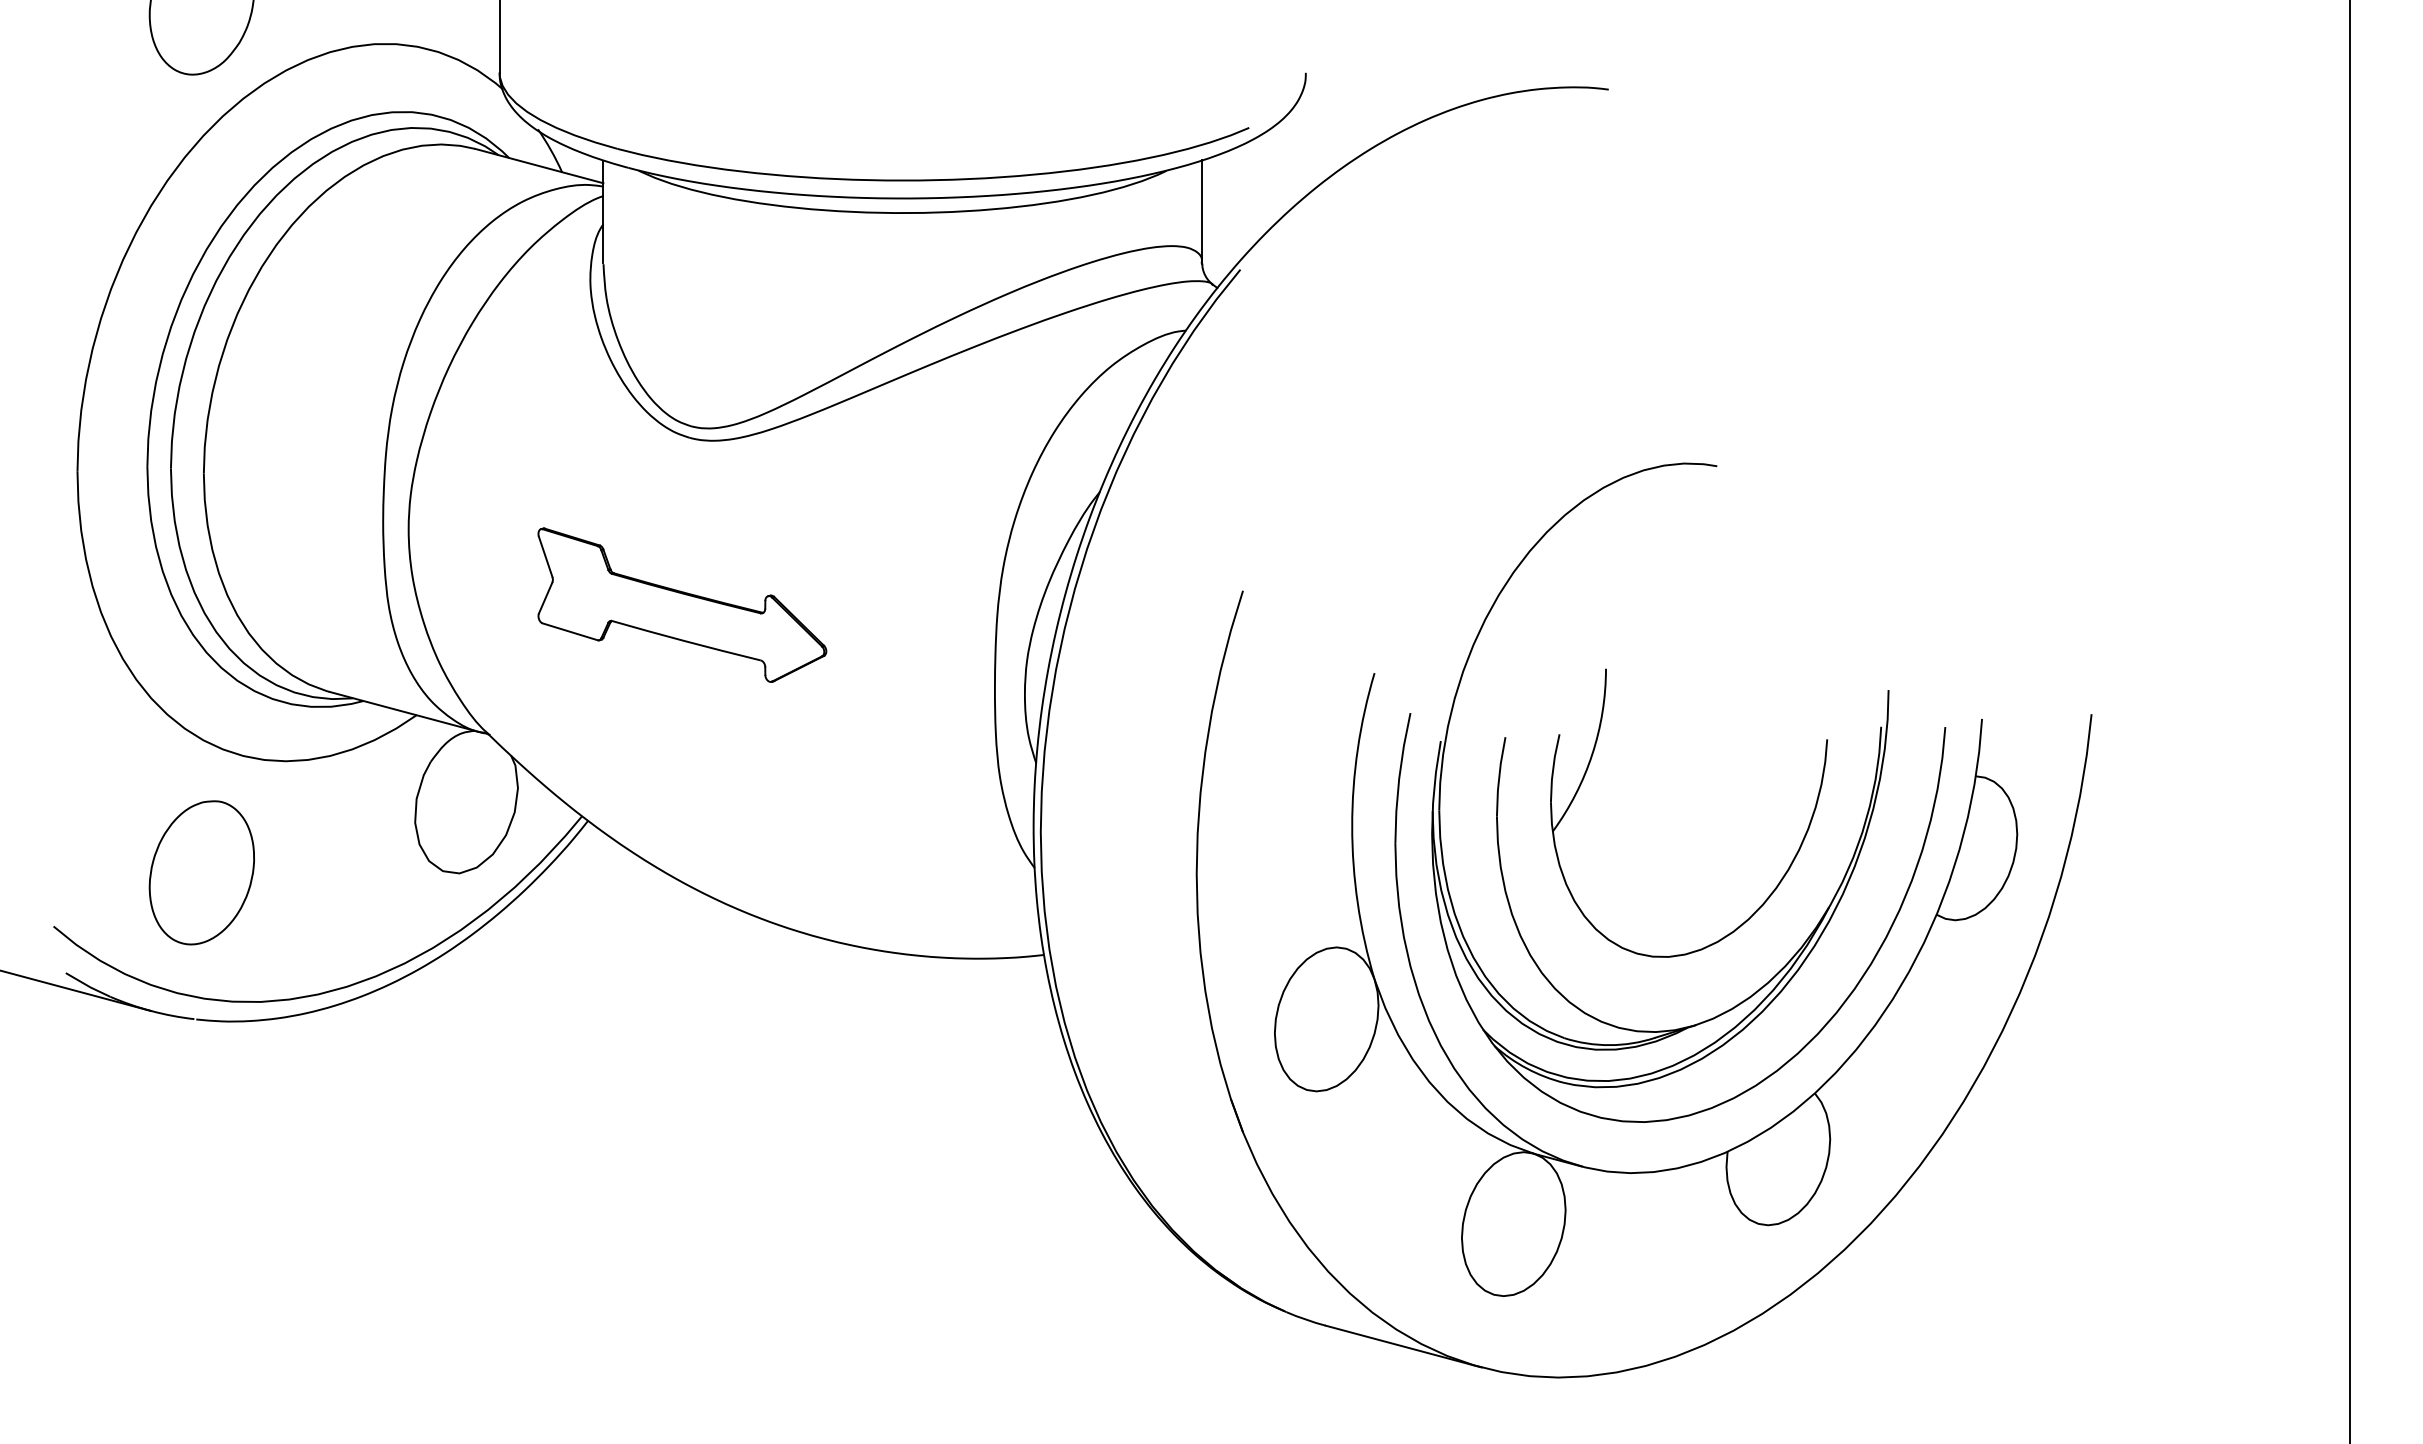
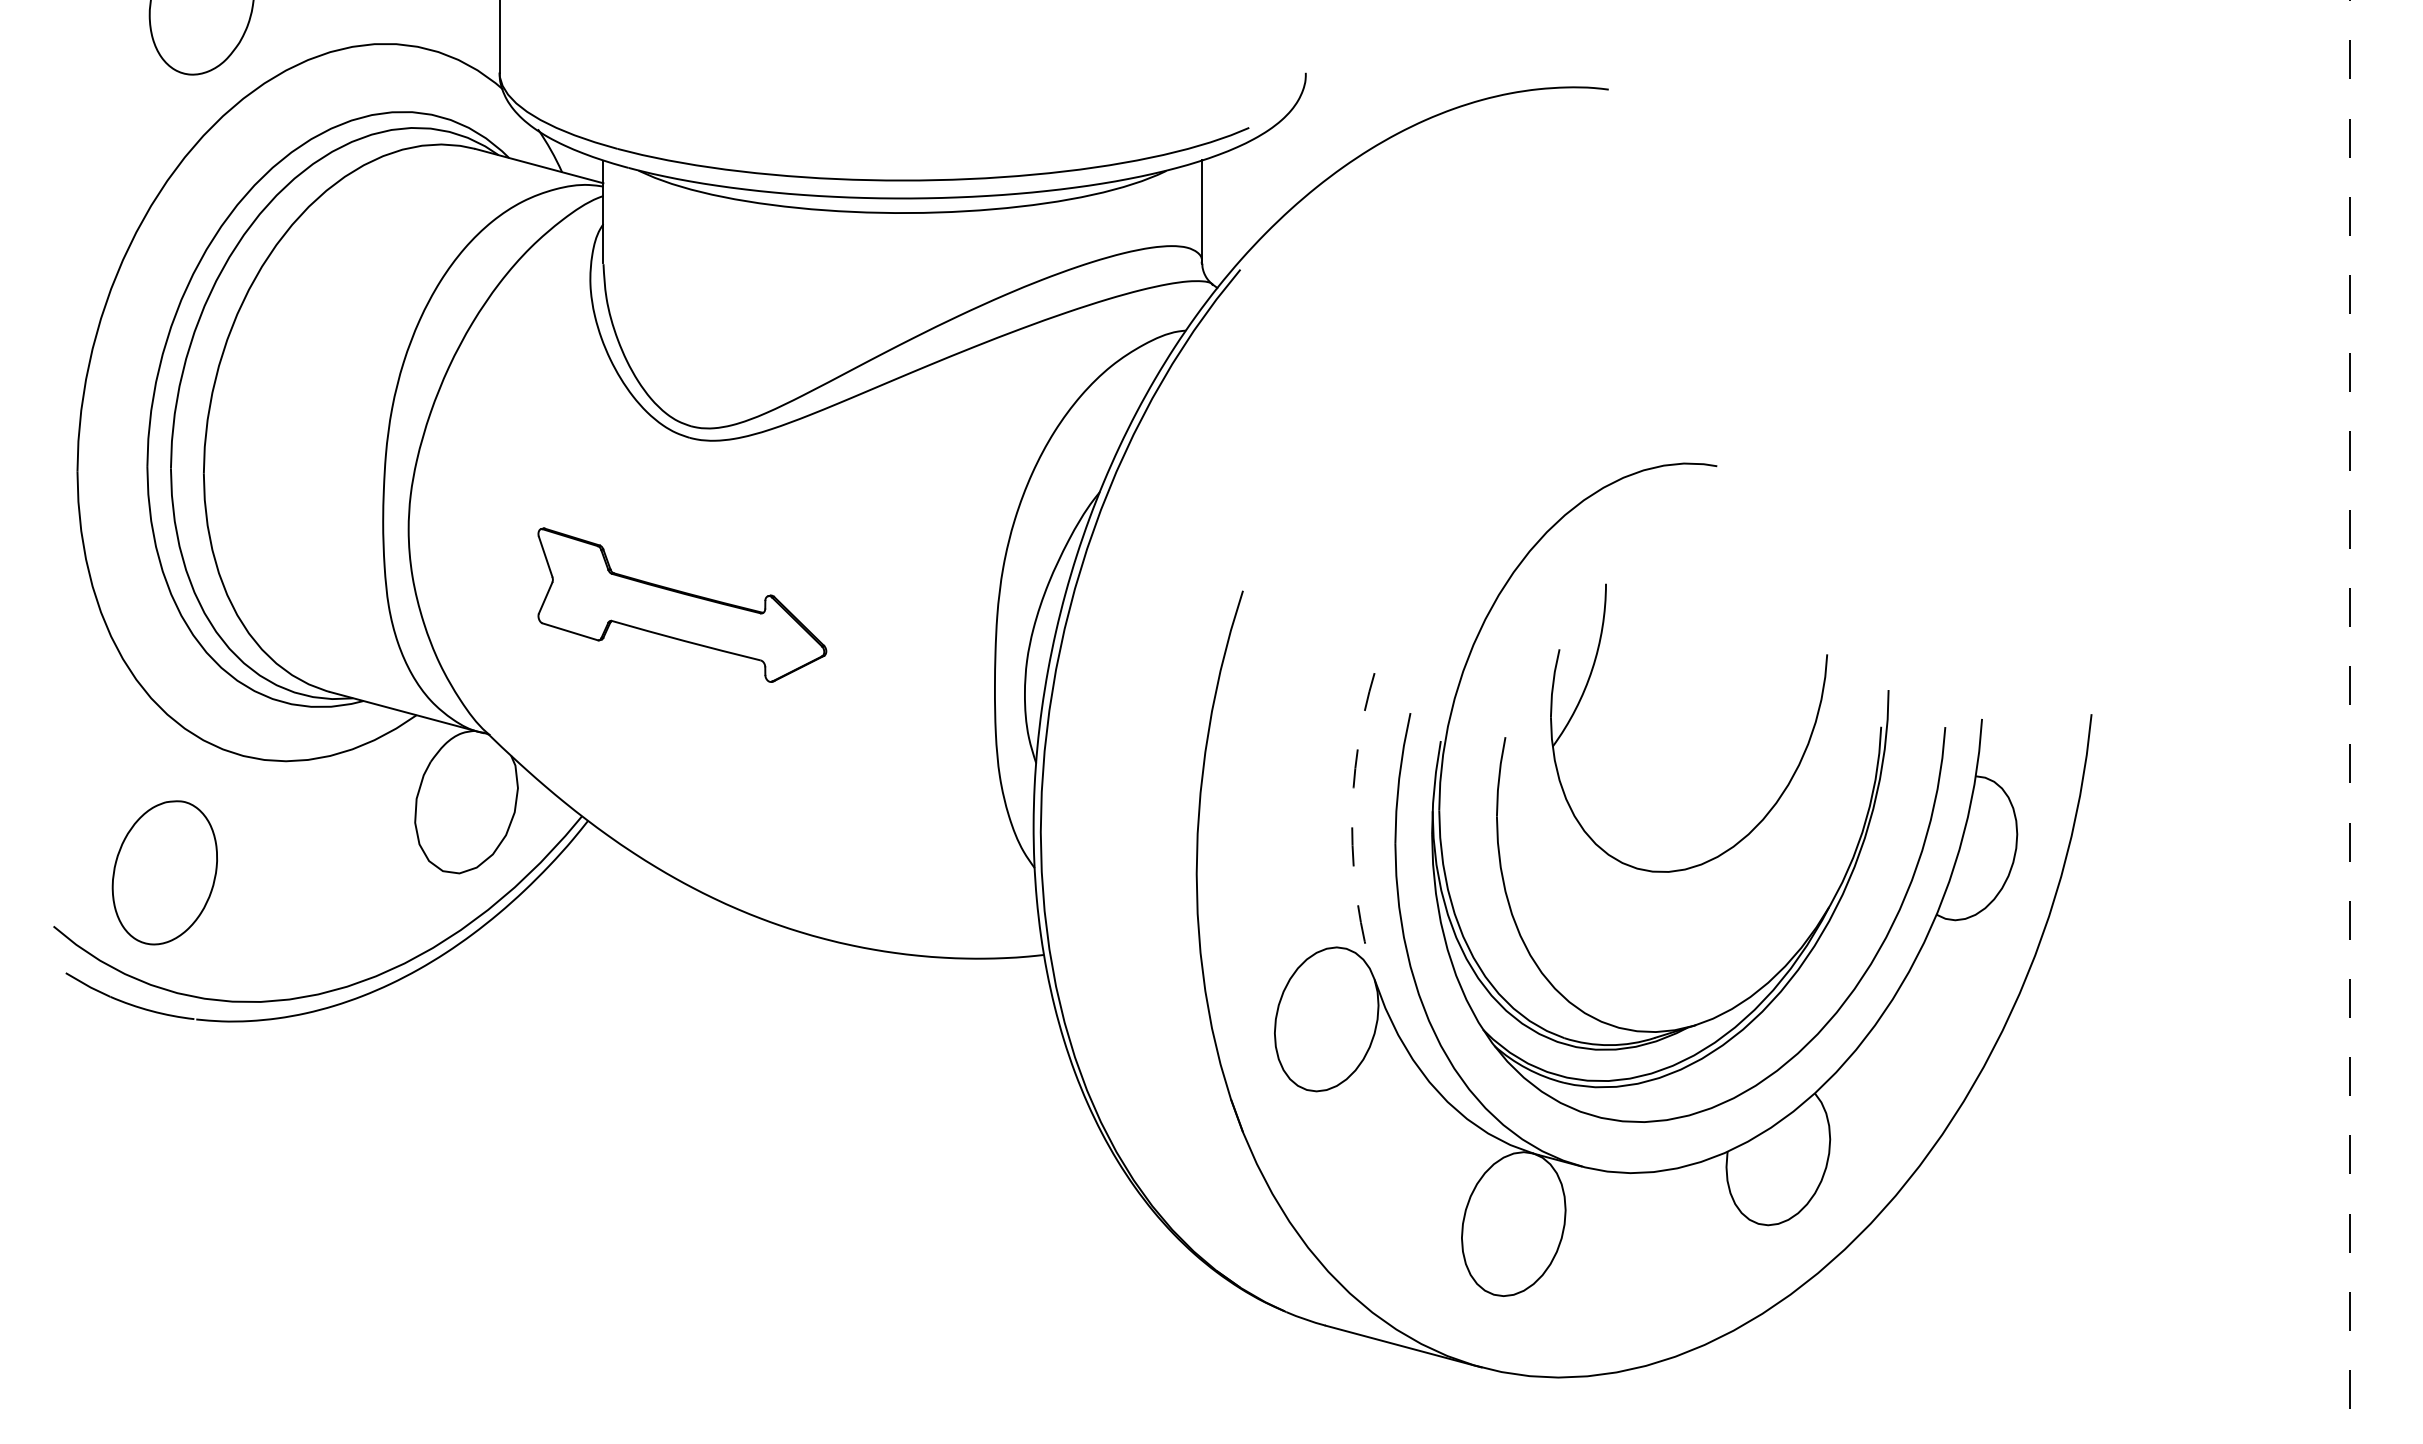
line at (2350, 722): solid -> dashed
part at (1587, 771) position: (1587, 771) -> (1587, 686)
arc at (1352, 826): solid -> dashed
part at (201, 872) position: (201, 872) -> (164, 872)
line at (76, 990): present -> none
